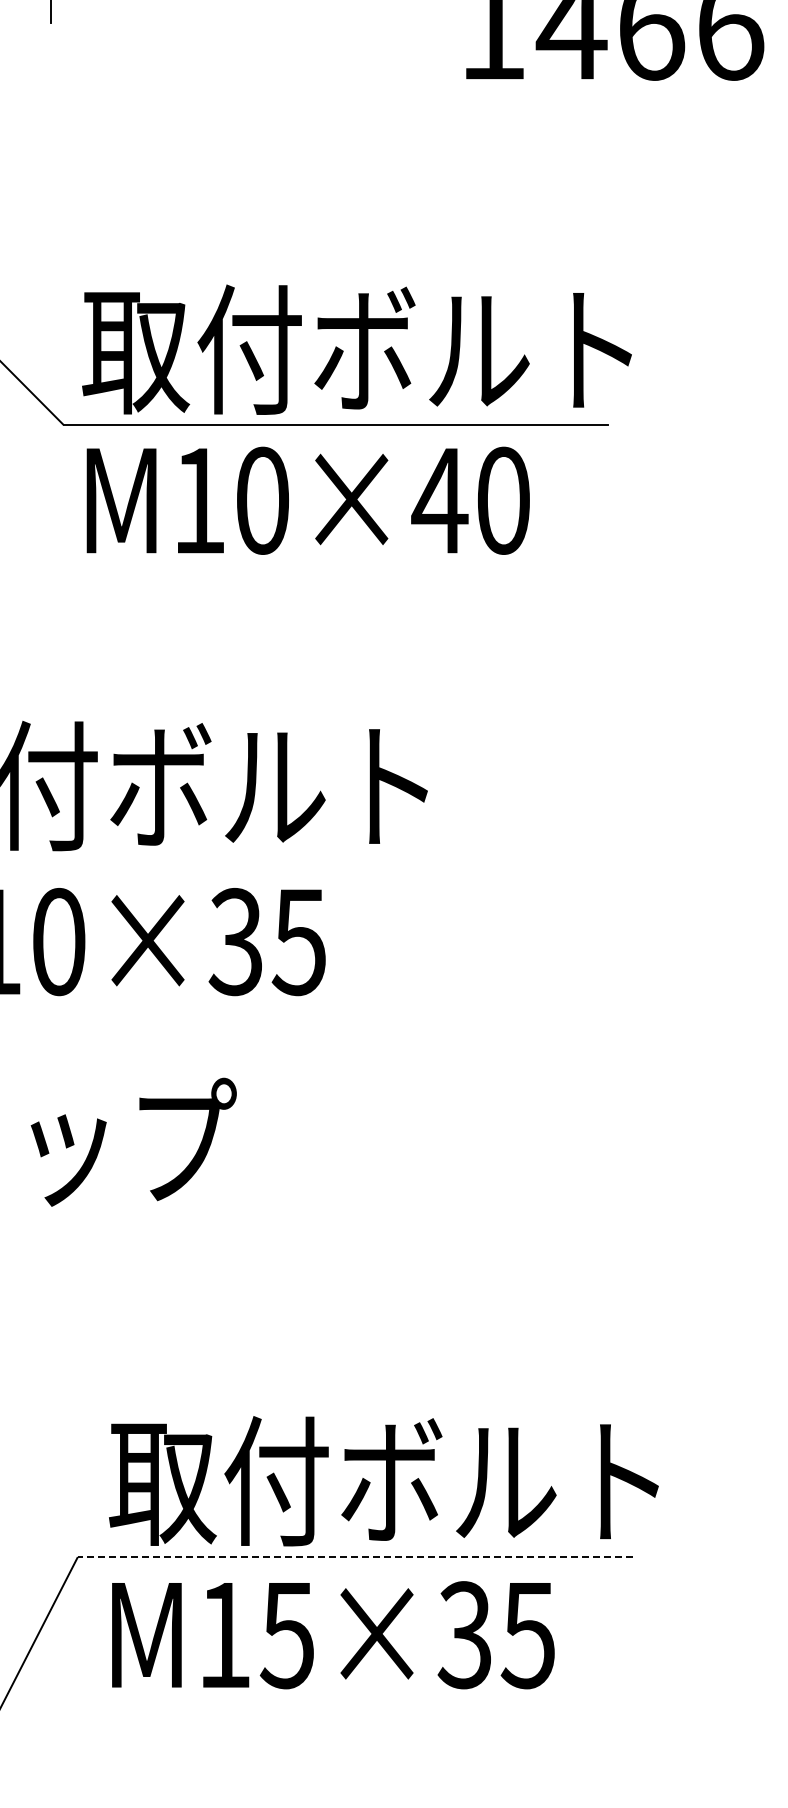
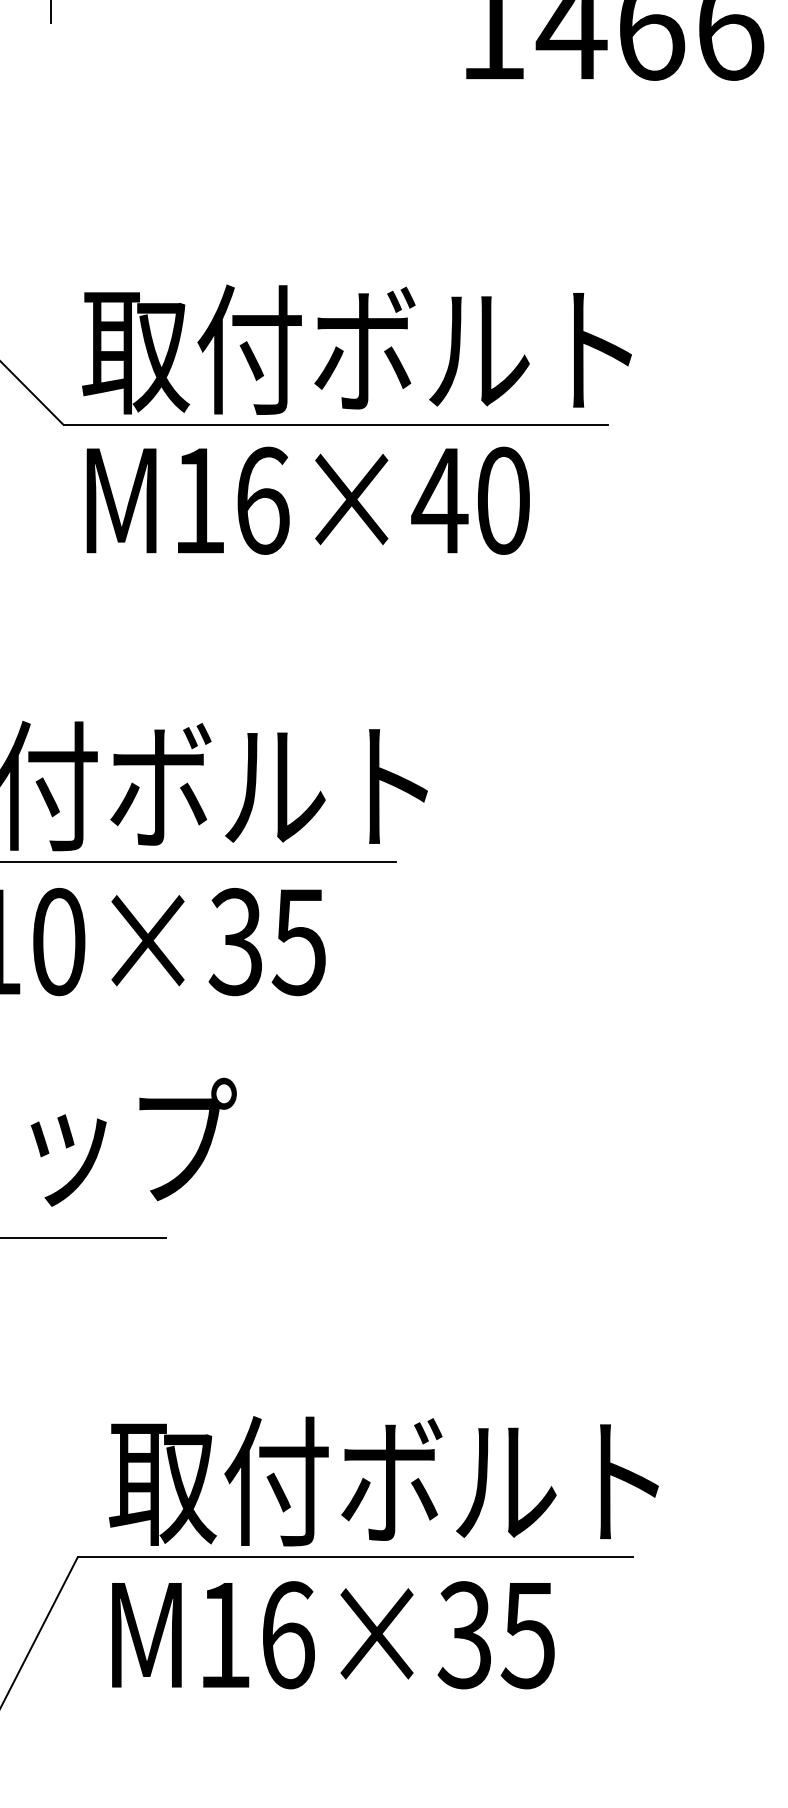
text at (263, 500): M10×40 -> M16×40
line at (199, 862): none -> present
line at (84, 1238): none -> present
line at (355, 1557): dashed -> solid
text at (286, 1635): M15×35 -> M16×35
